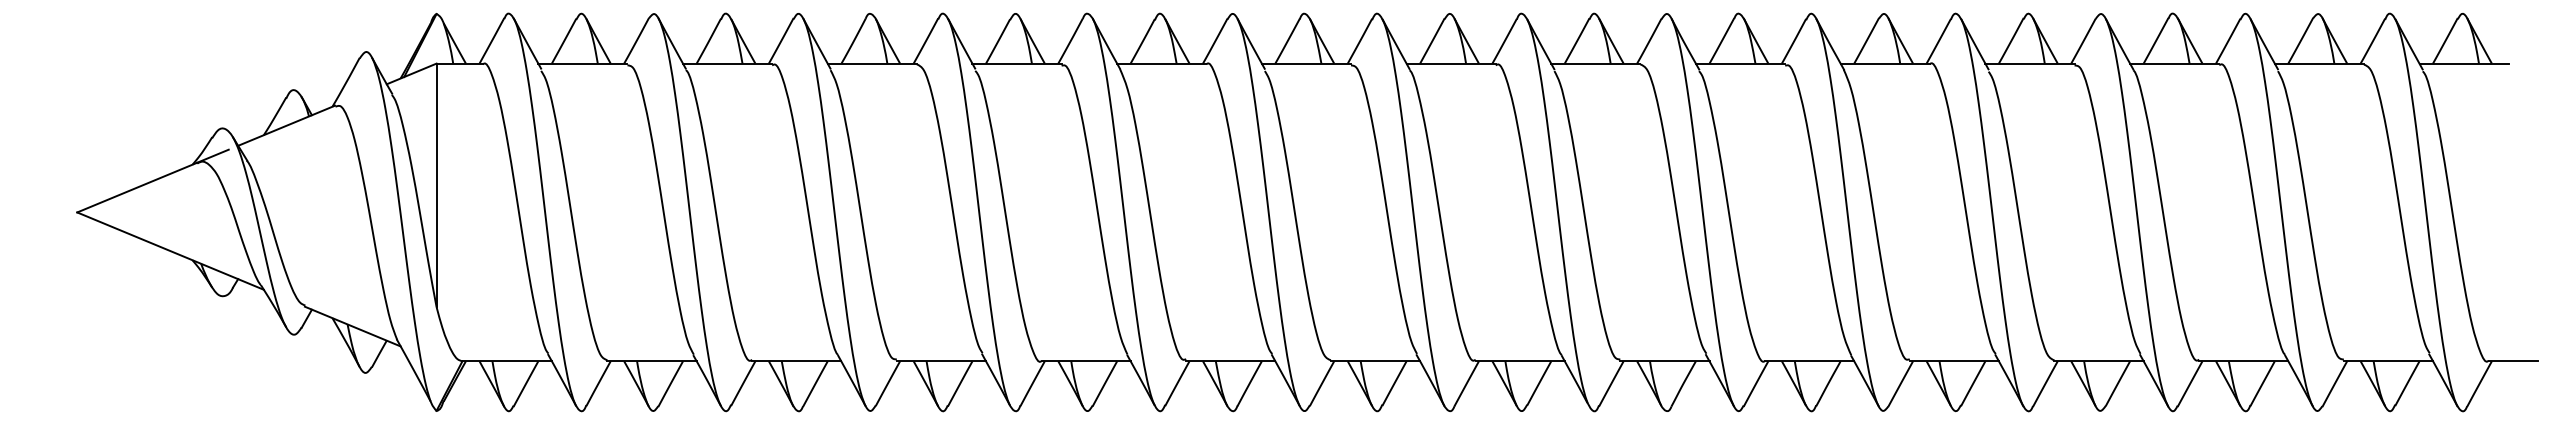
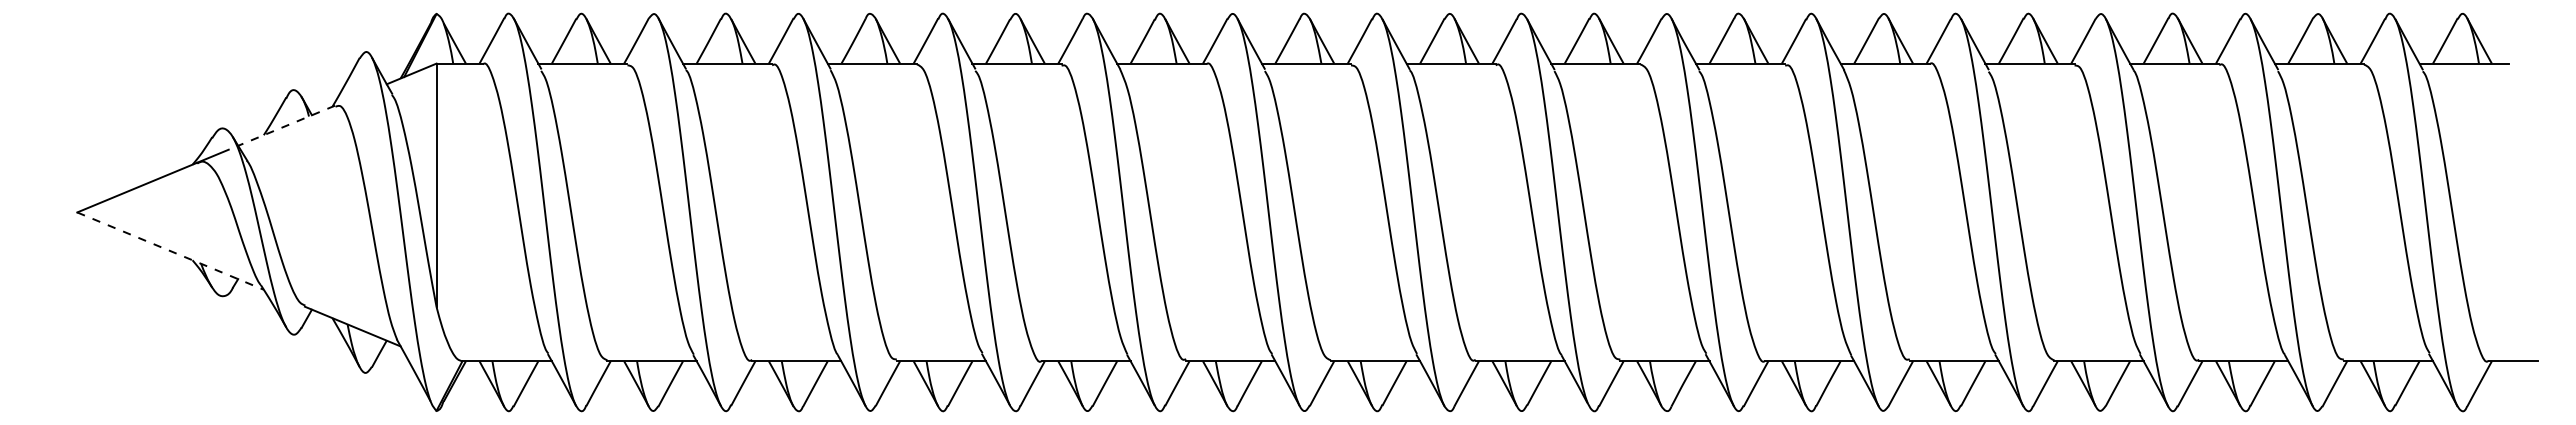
line at (286, 125): solid -> dashed
line at (170, 251): solid -> dashed
